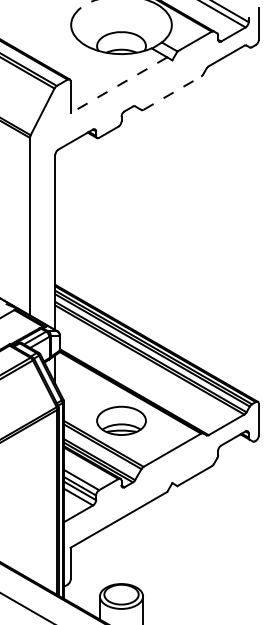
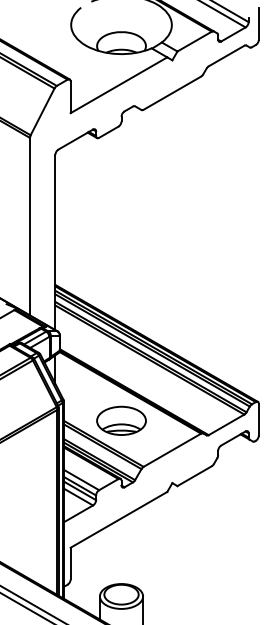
line at (118, 85): dashed -> solid
line at (172, 92): dashed -> solid
line at (32, 604): none -> present
